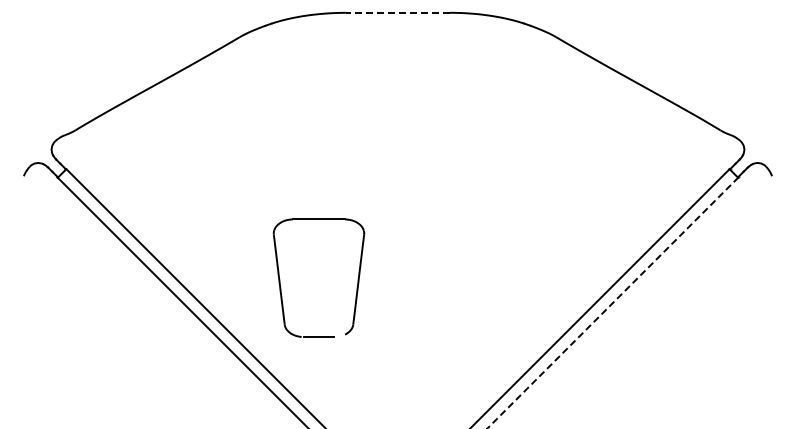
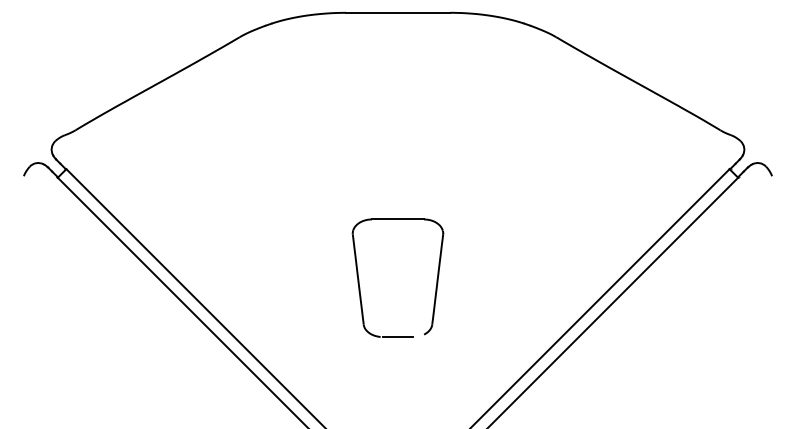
line at (397, 12): dashed -> solid
part at (280, 279) position: (280, 279) -> (359, 279)
line at (613, 302): dashed -> solid
